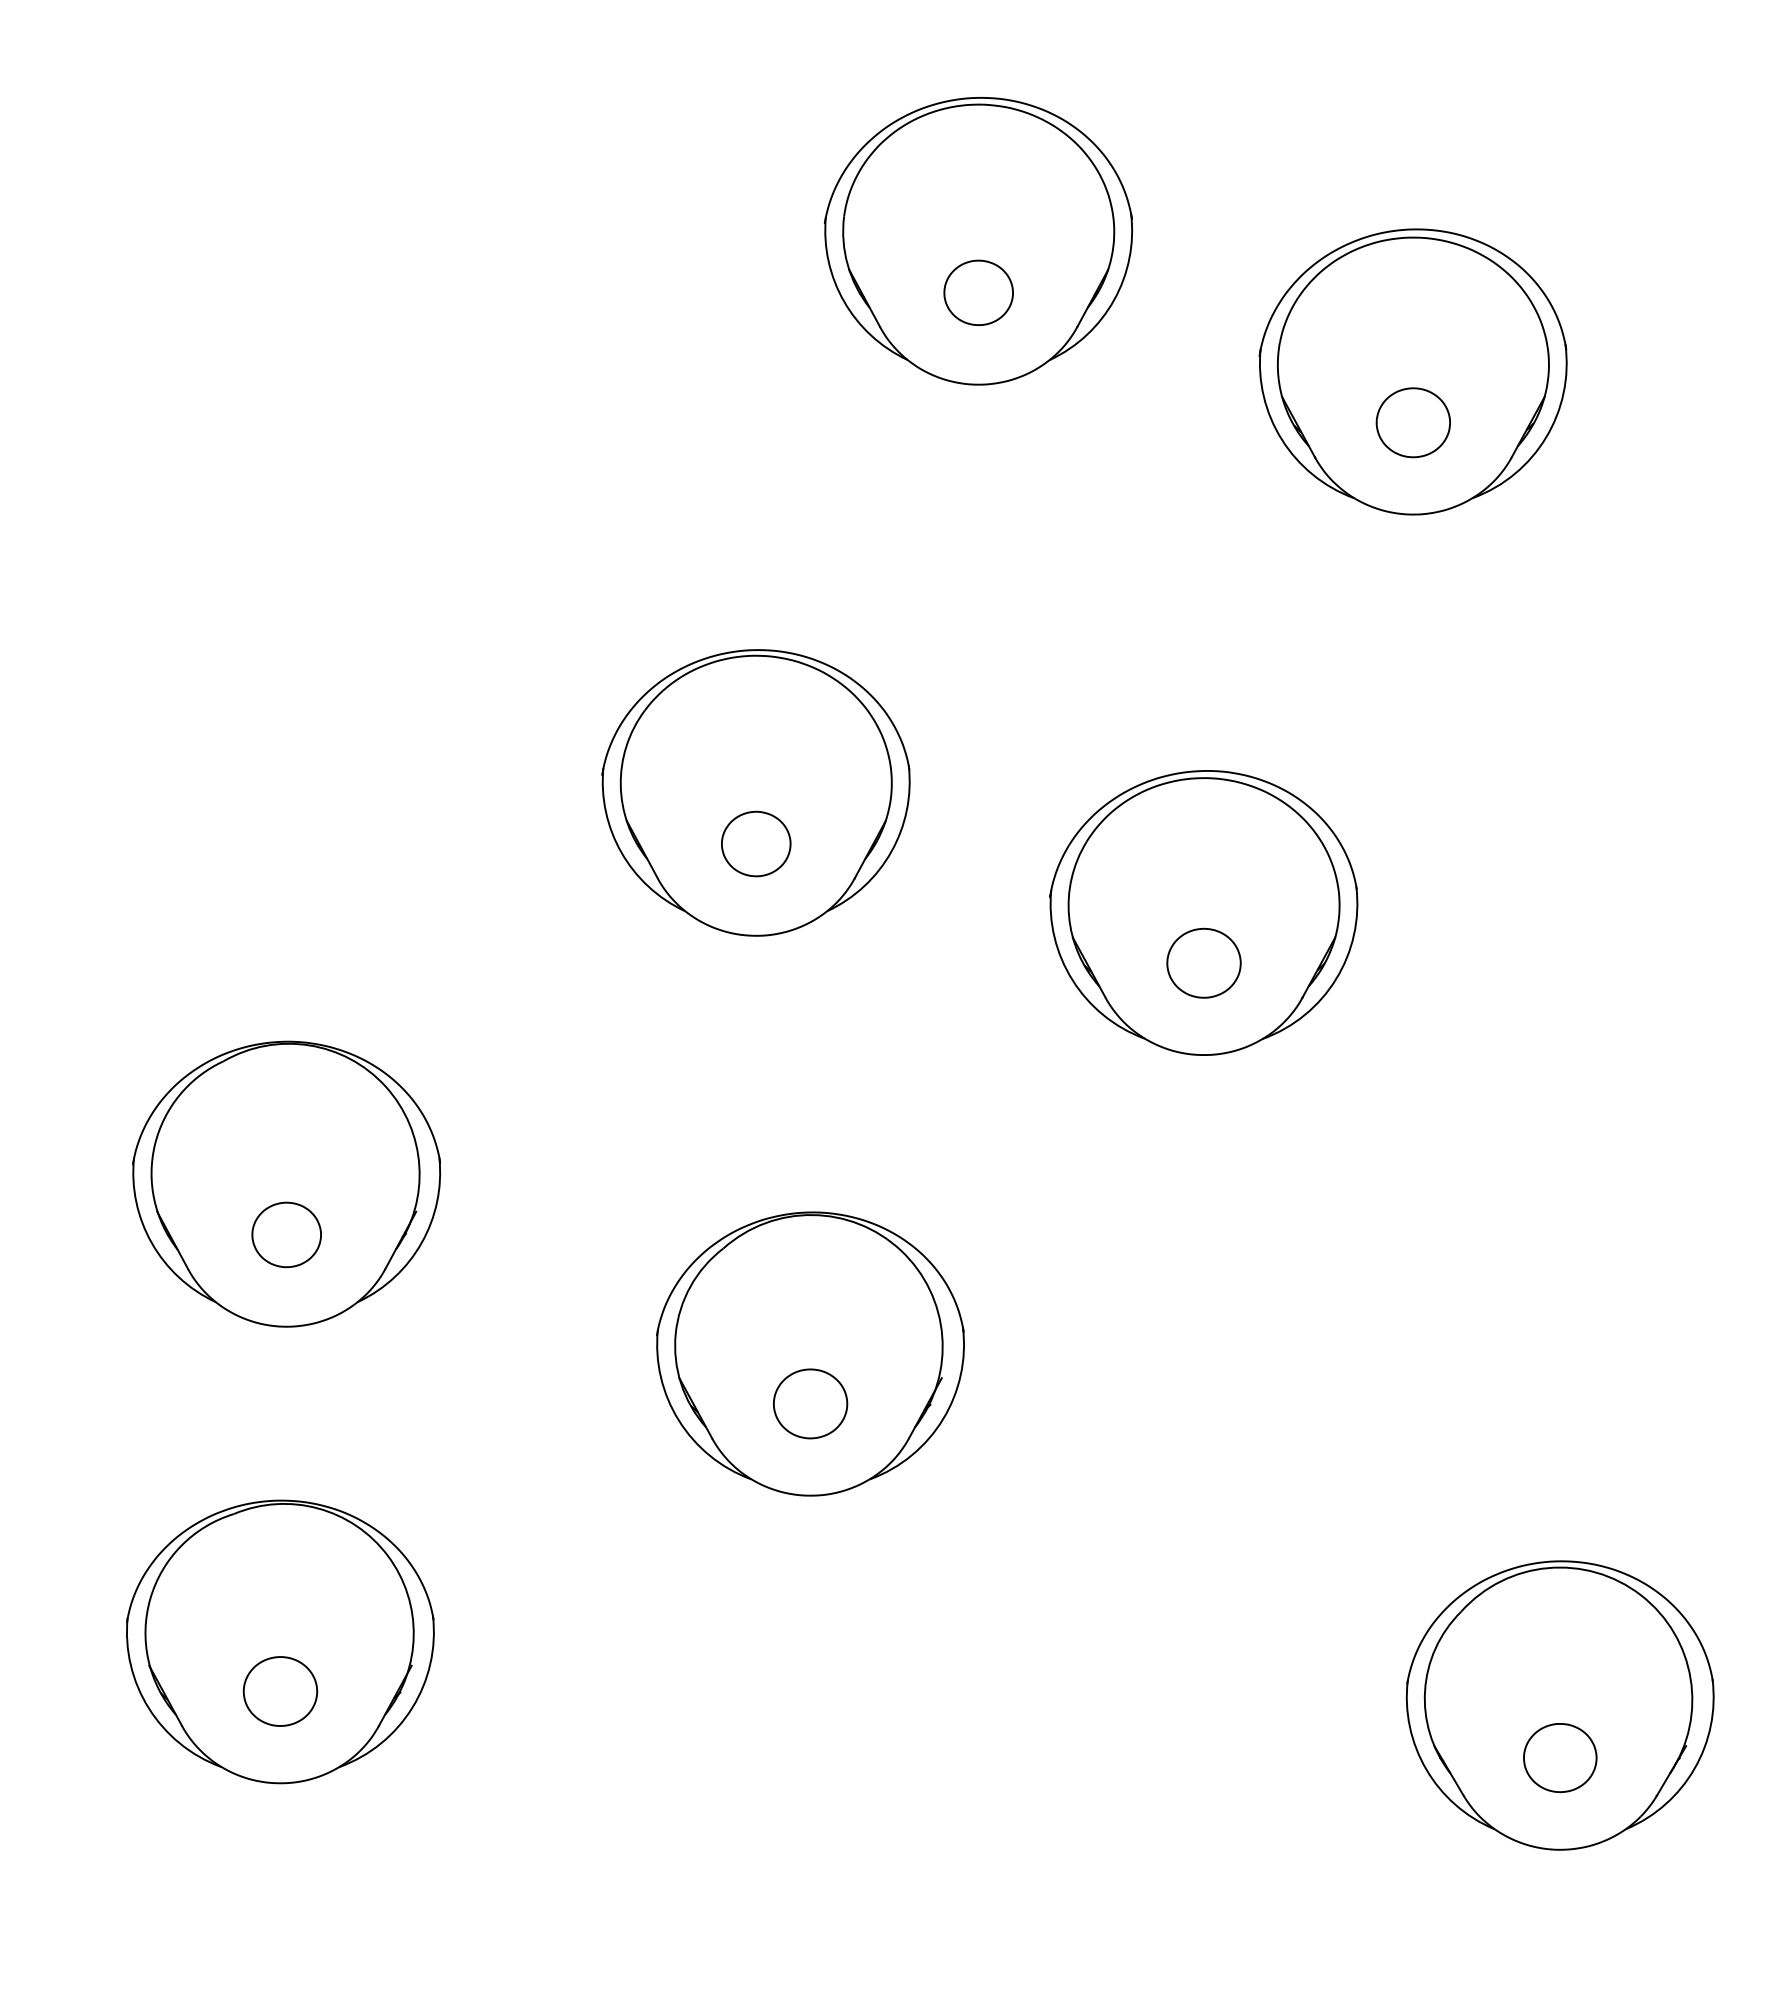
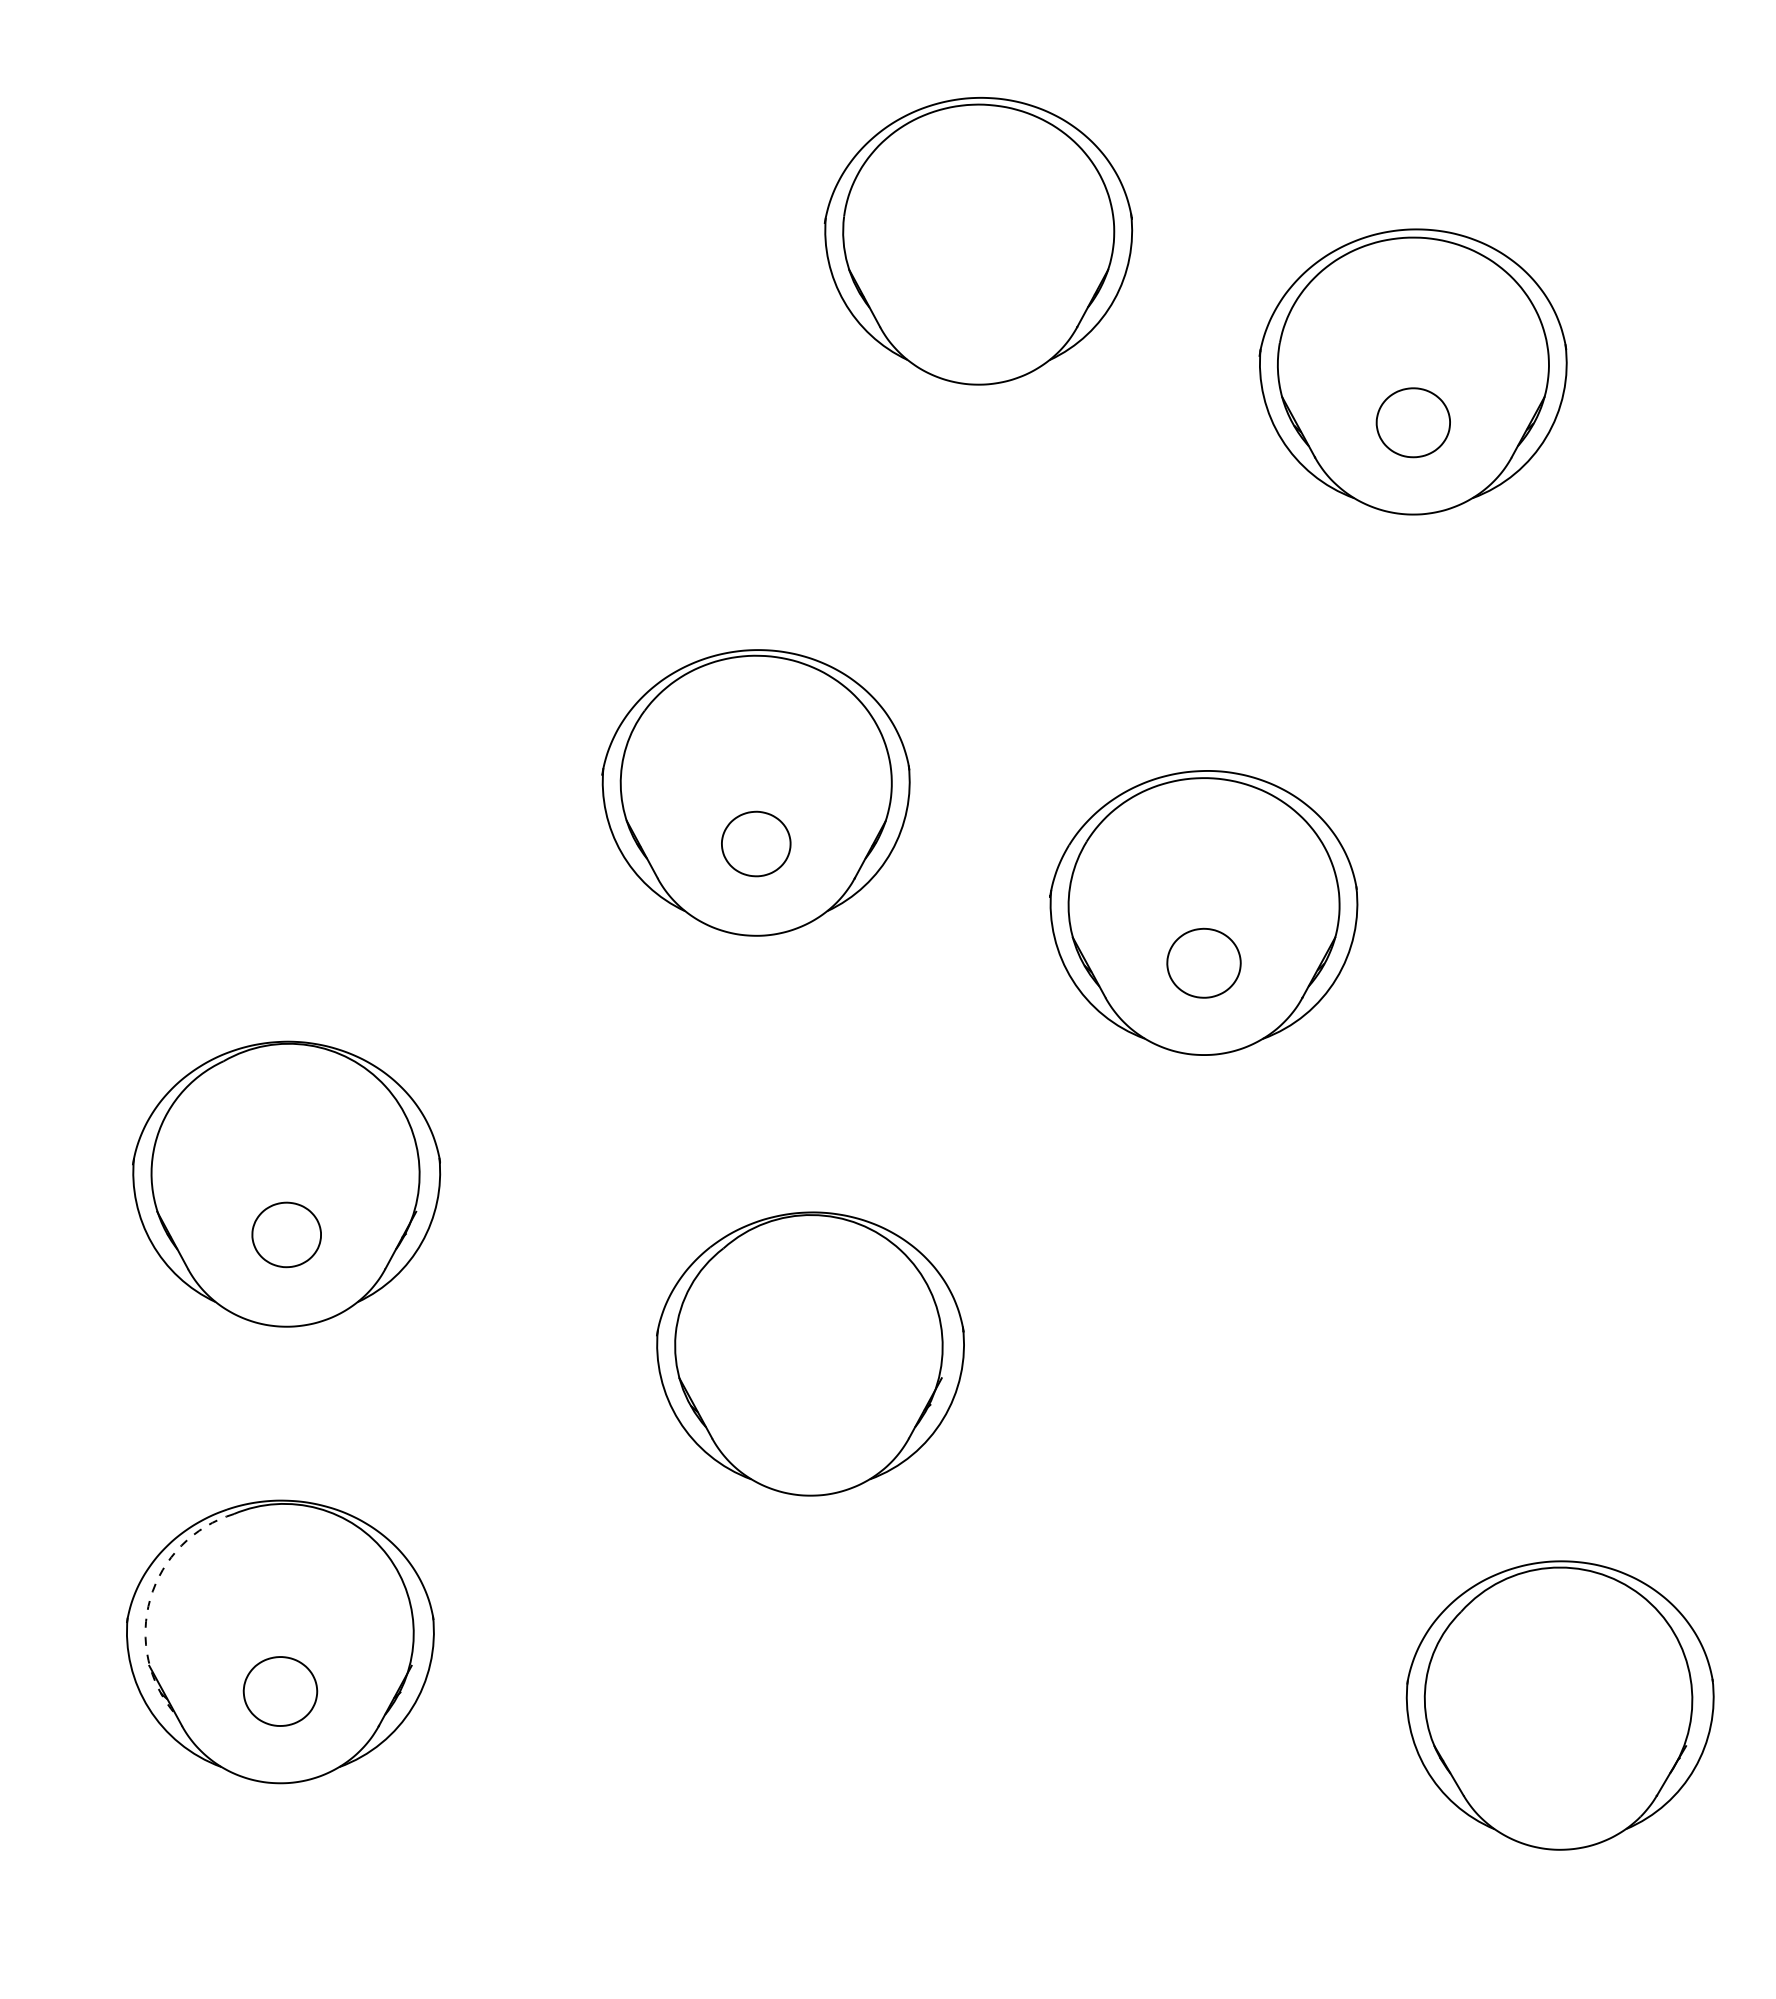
part at (978, 292): present -> none
part at (810, 1403): present -> none
arc at (150, 1598): solid -> dashed
part at (1560, 1757): present -> none
